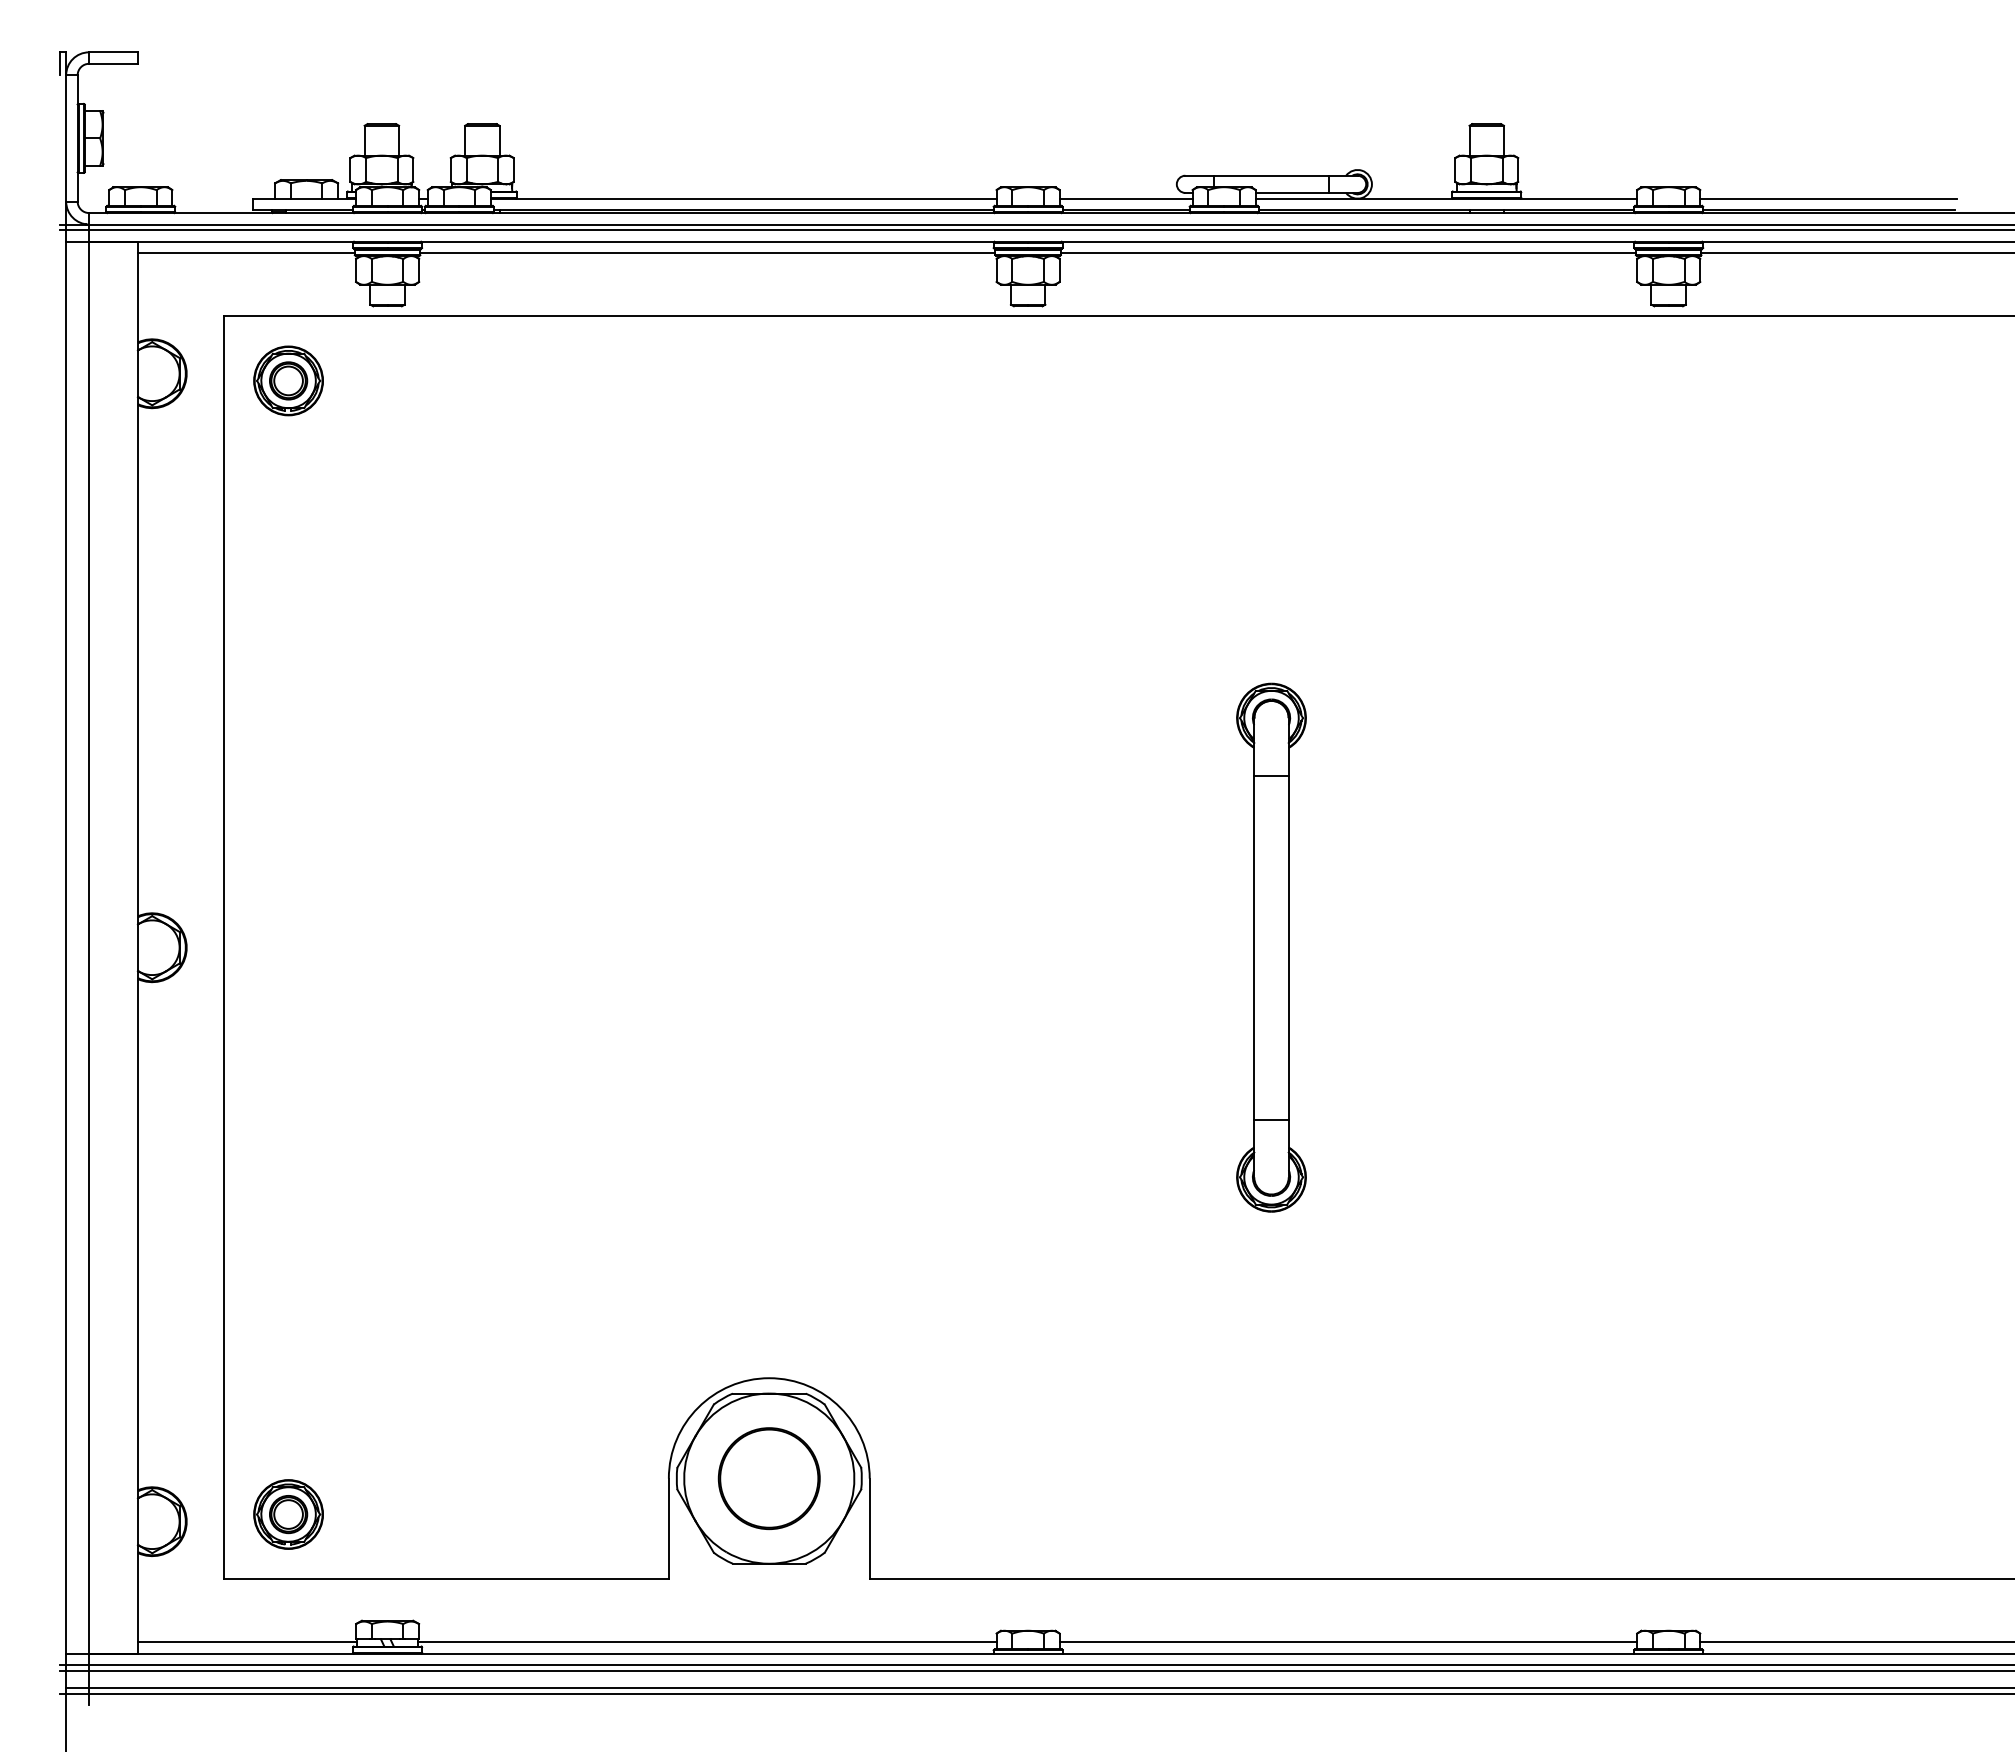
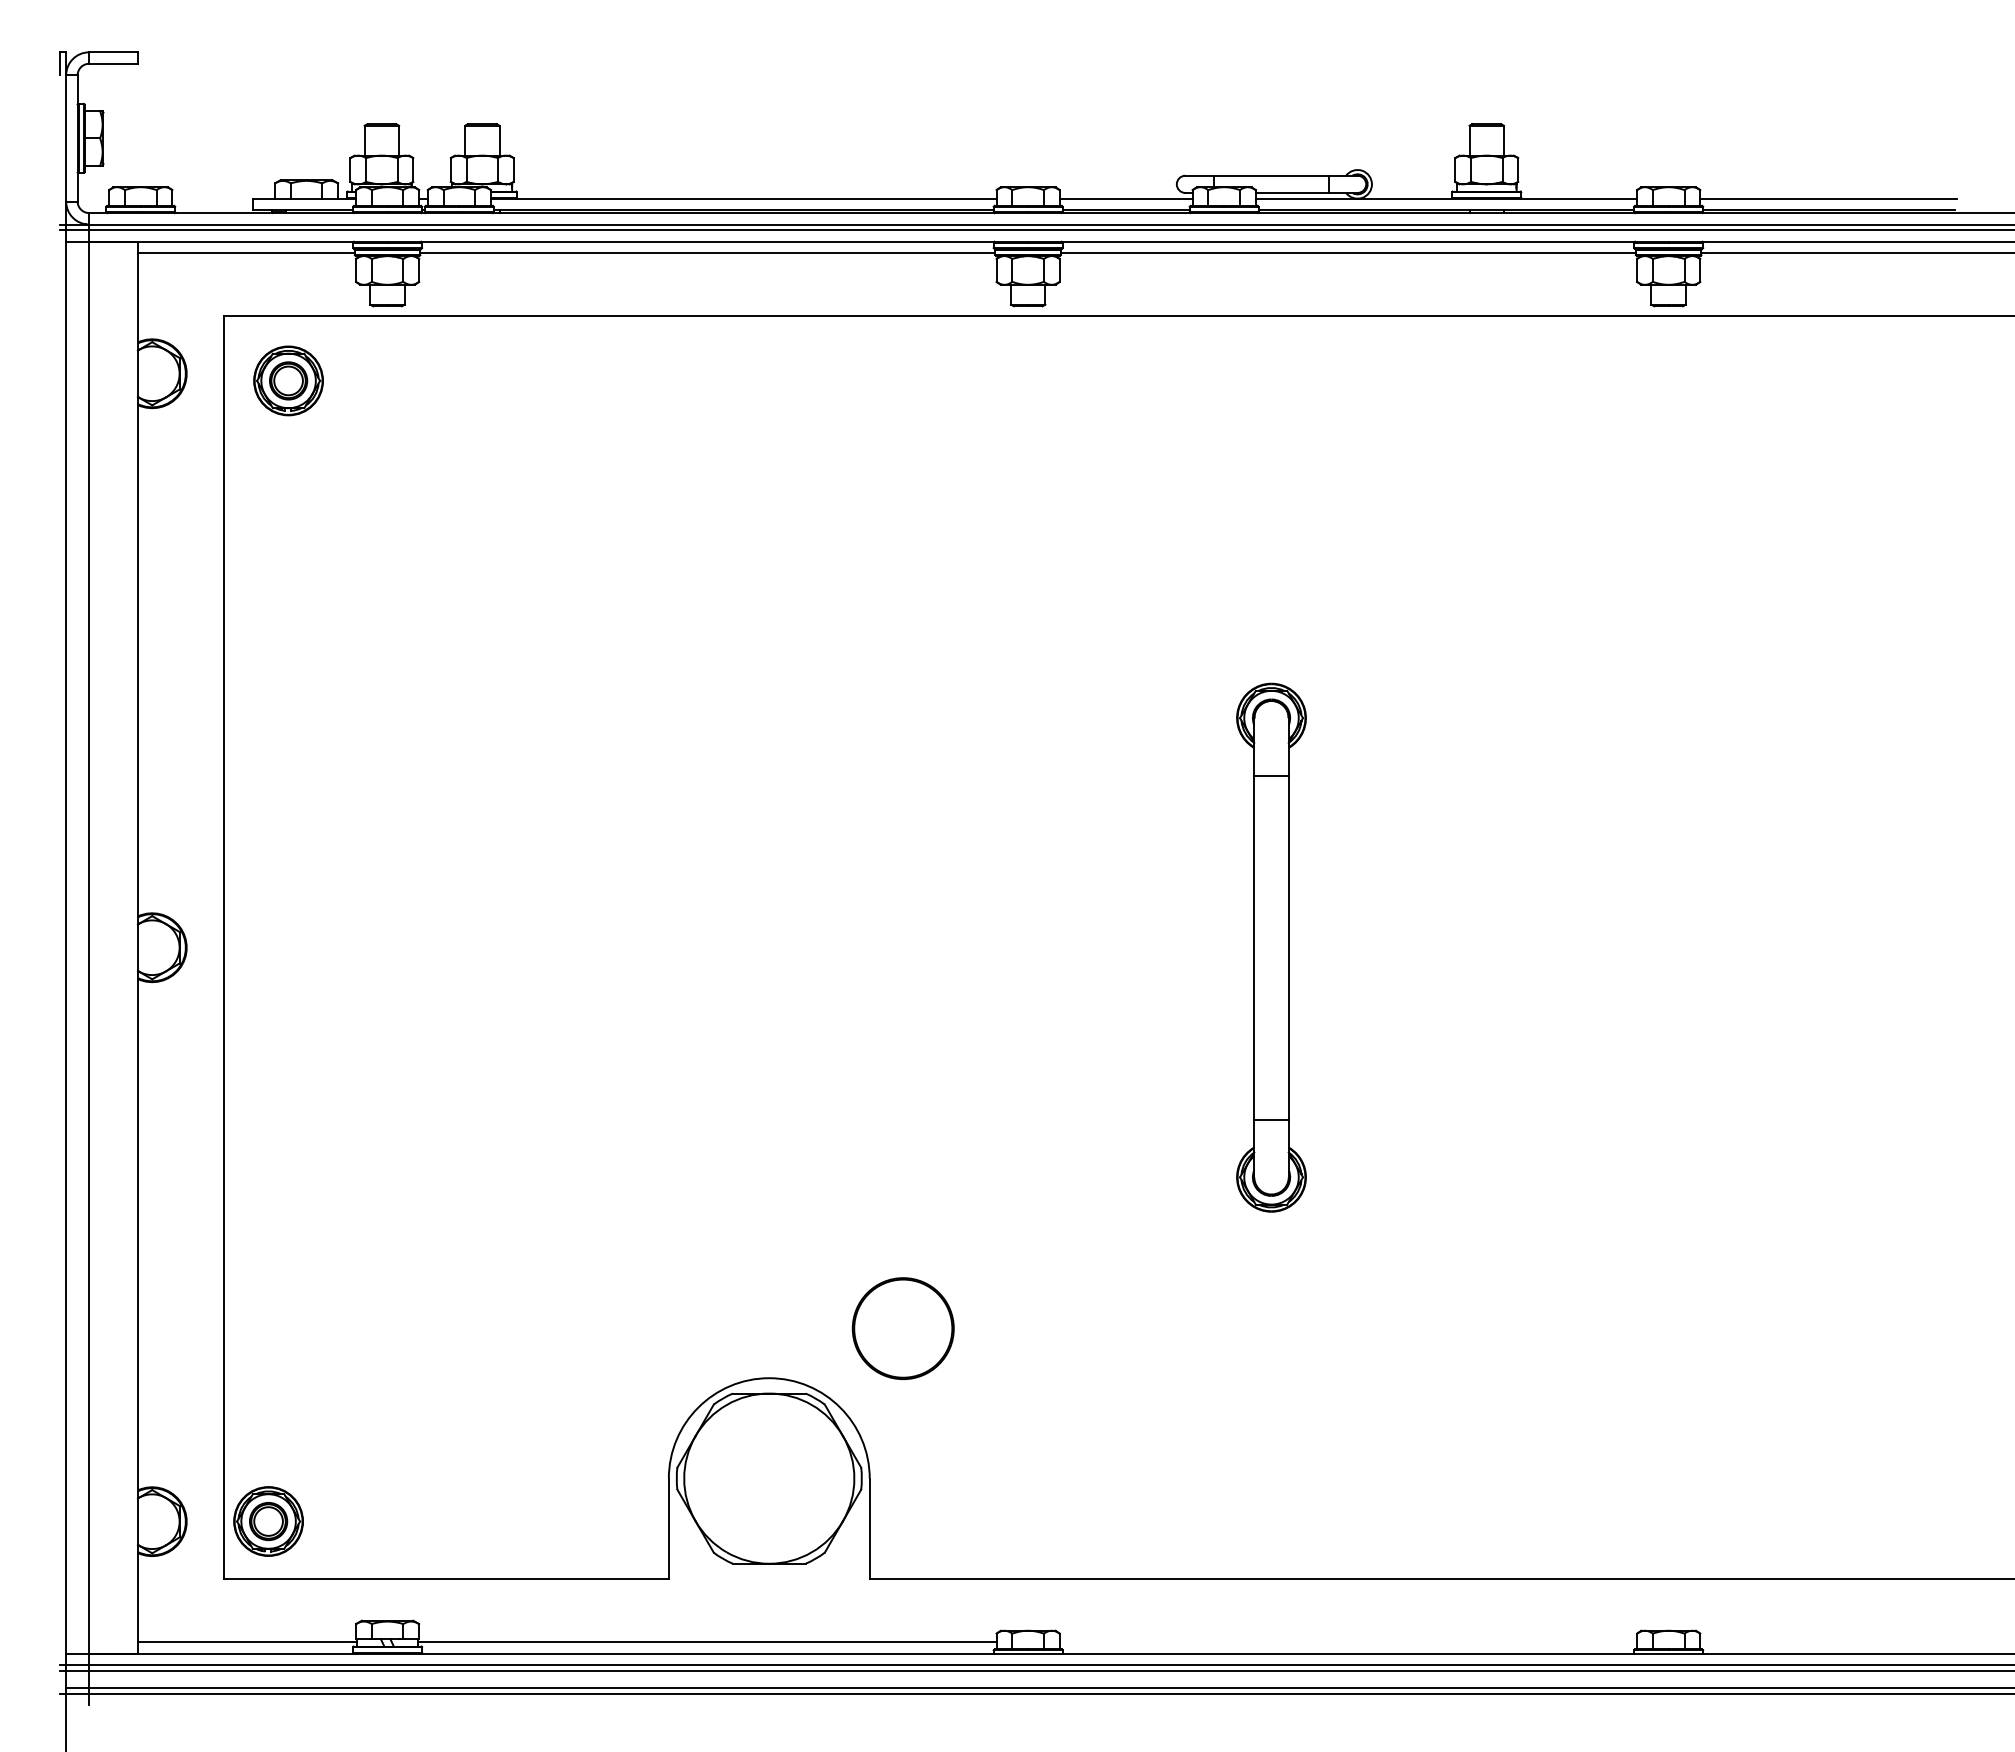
part at (768, 1478) position: (768, 1478) -> (902, 1328)
part at (288, 1514) position: (288, 1514) -> (268, 1521)
line at (1348, 1642): present -> none
line at (1855, 1642): present -> none
